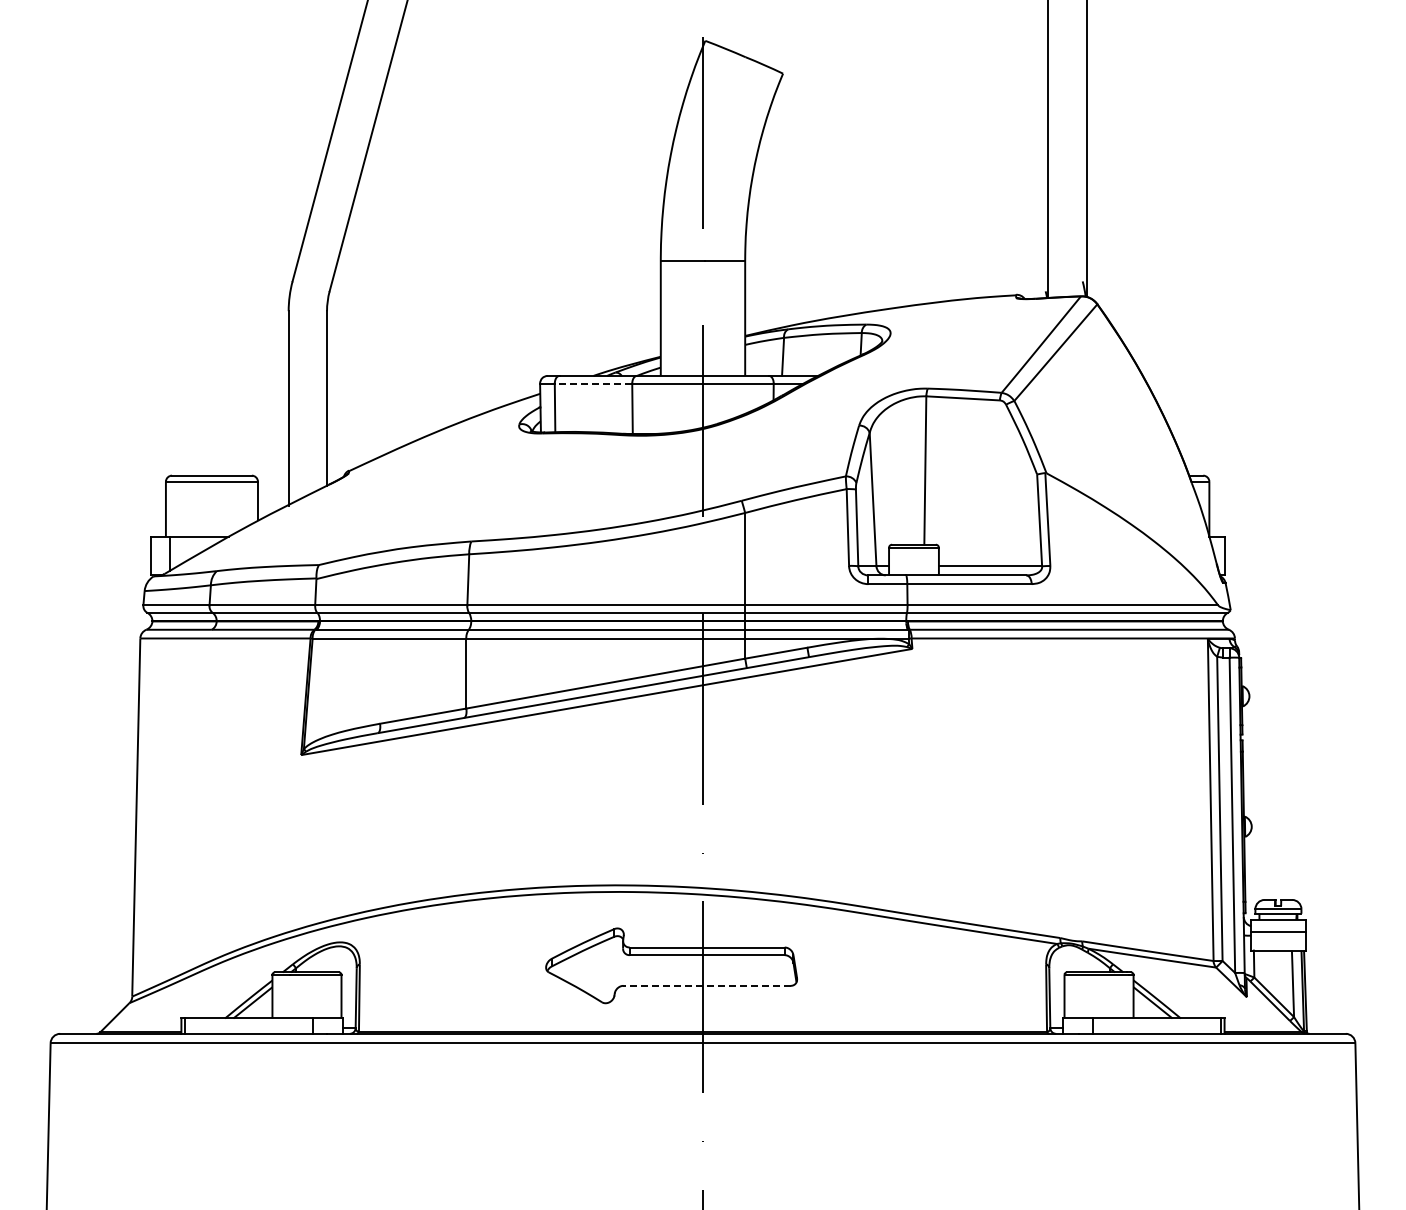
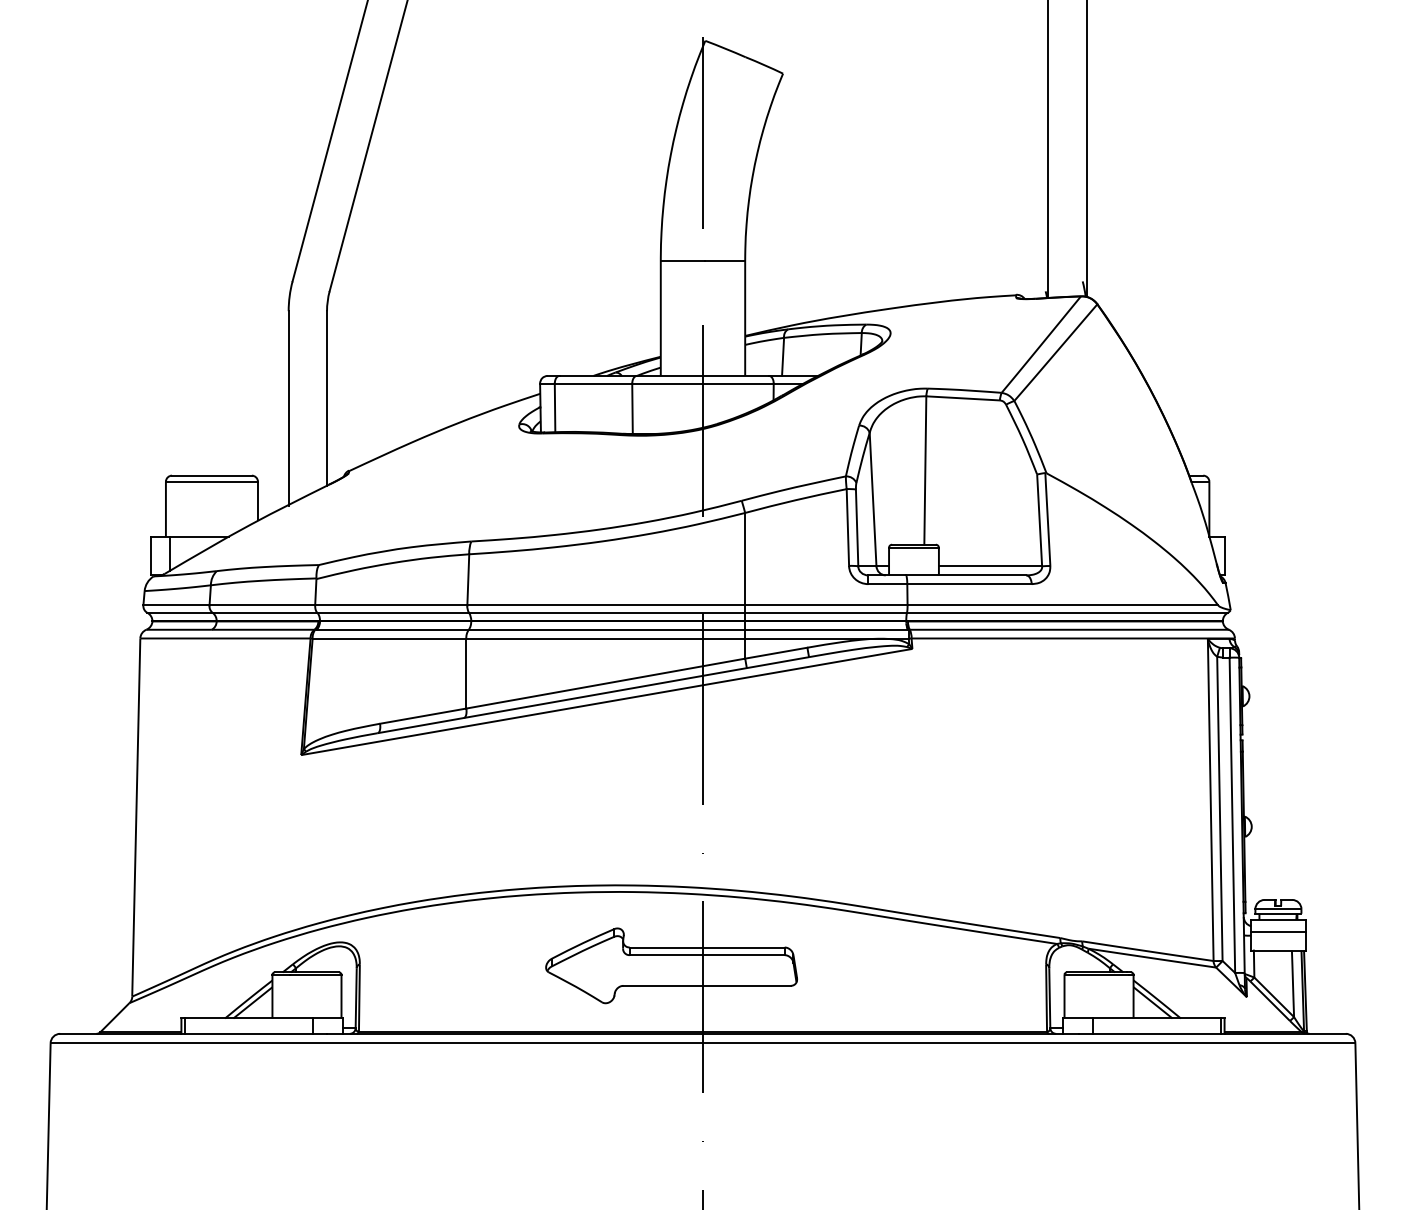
line at (593, 383): dashed -> solid
line at (707, 985): dashed -> solid
